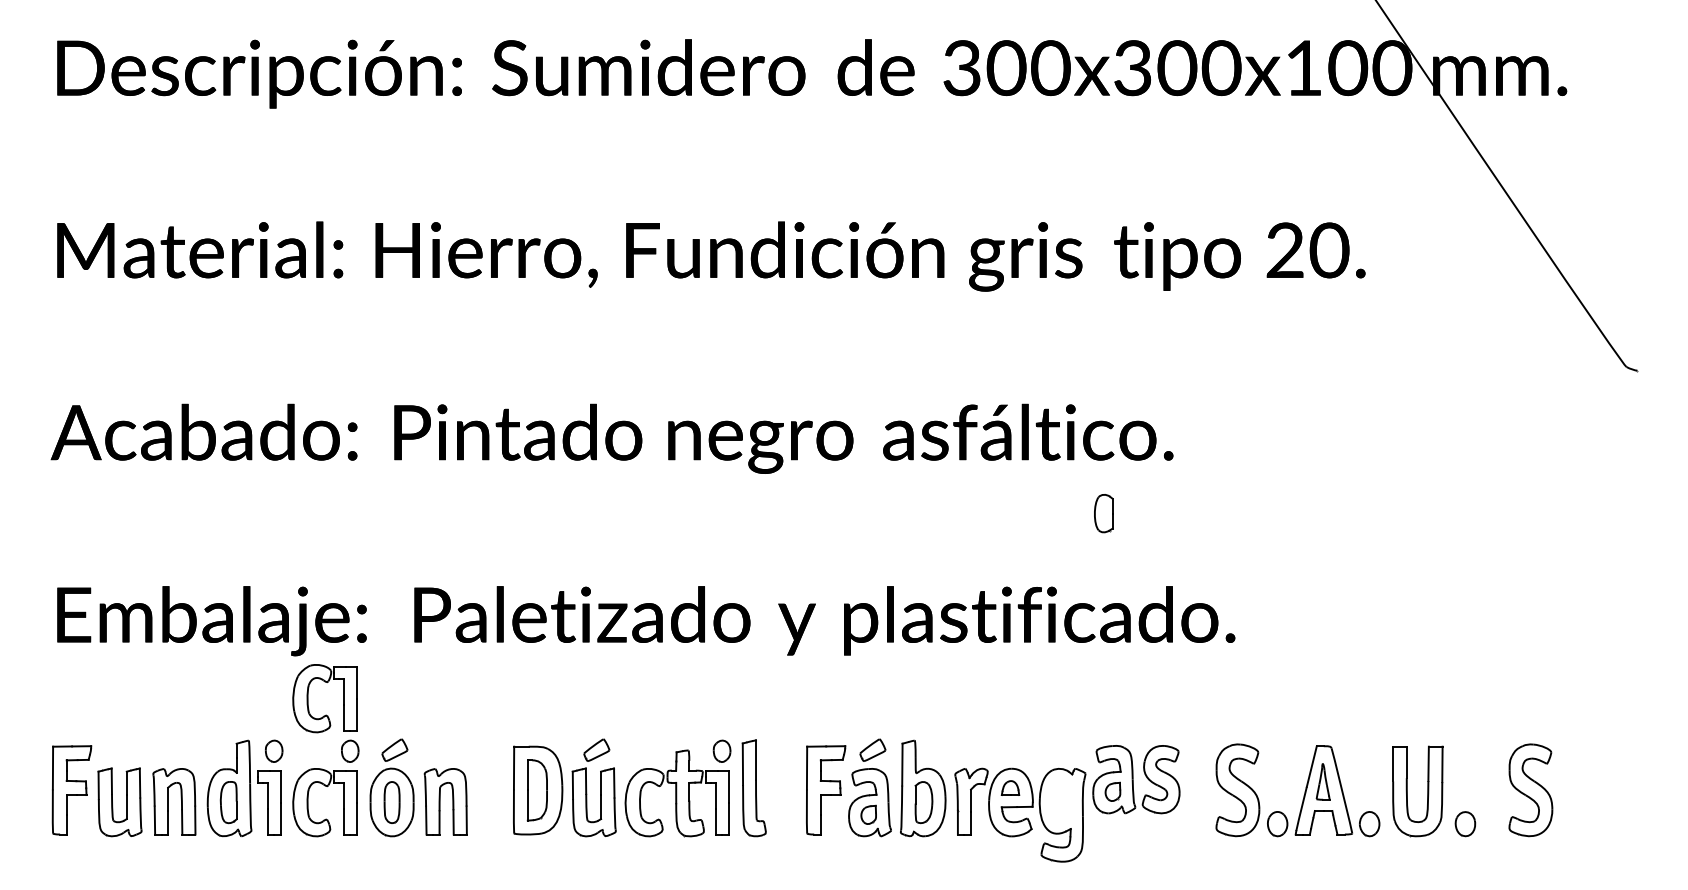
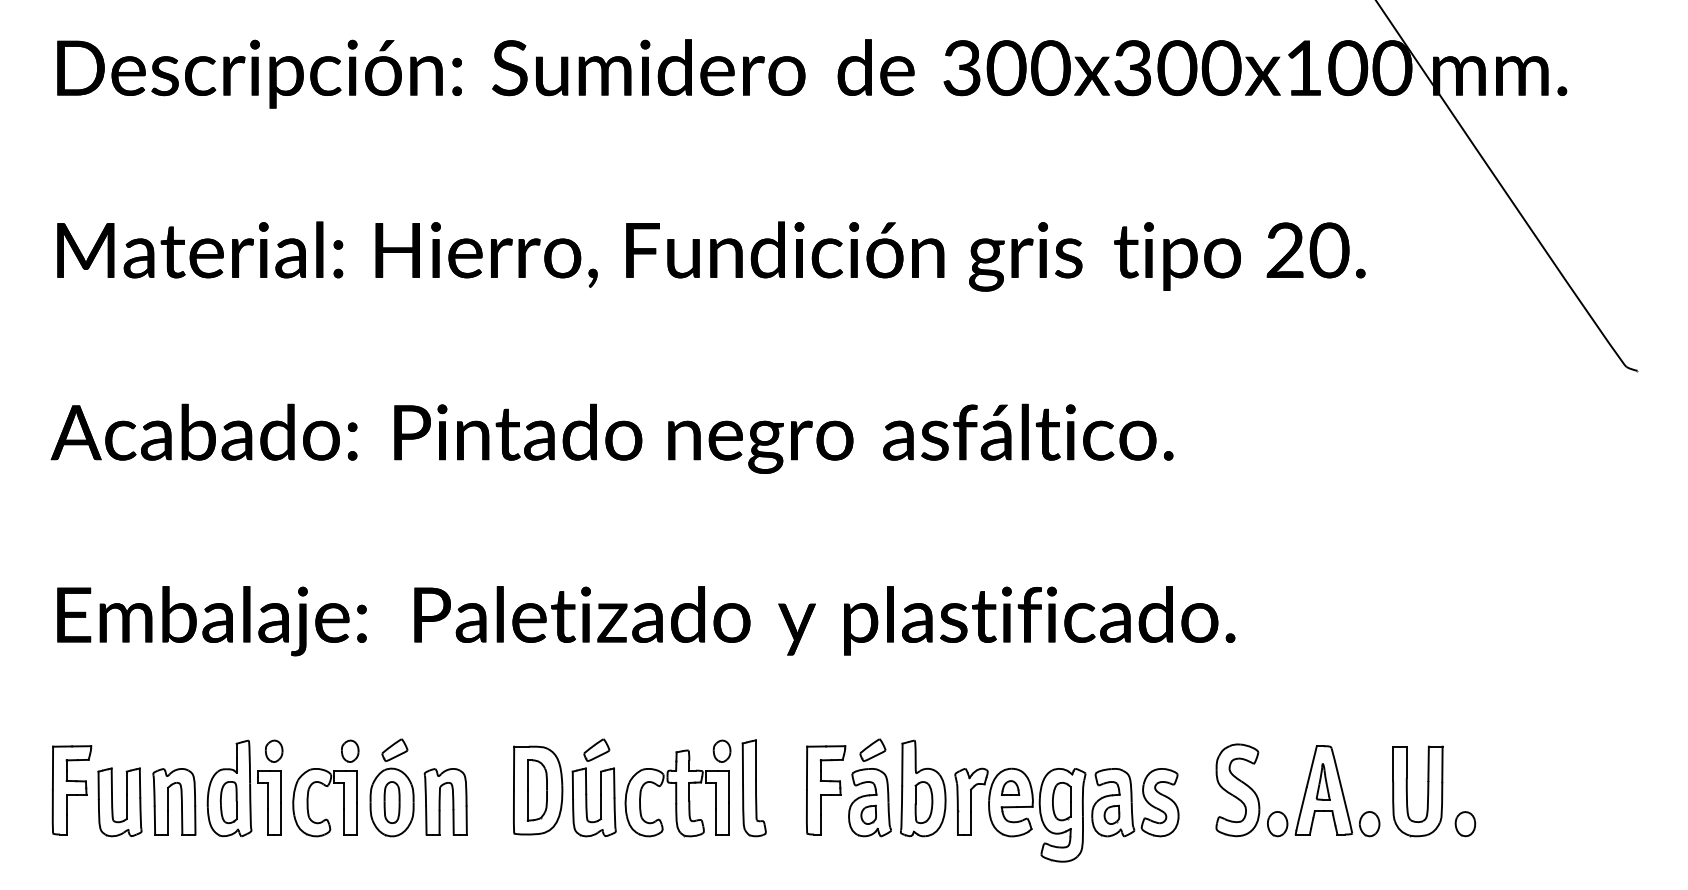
part at (1103, 513) position: (1103, 513) -> (1061, 801)
part at (324, 682): present -> none
part at (1136, 779) position: (1136, 779) -> (1135, 802)
part at (1530, 790): present -> none
